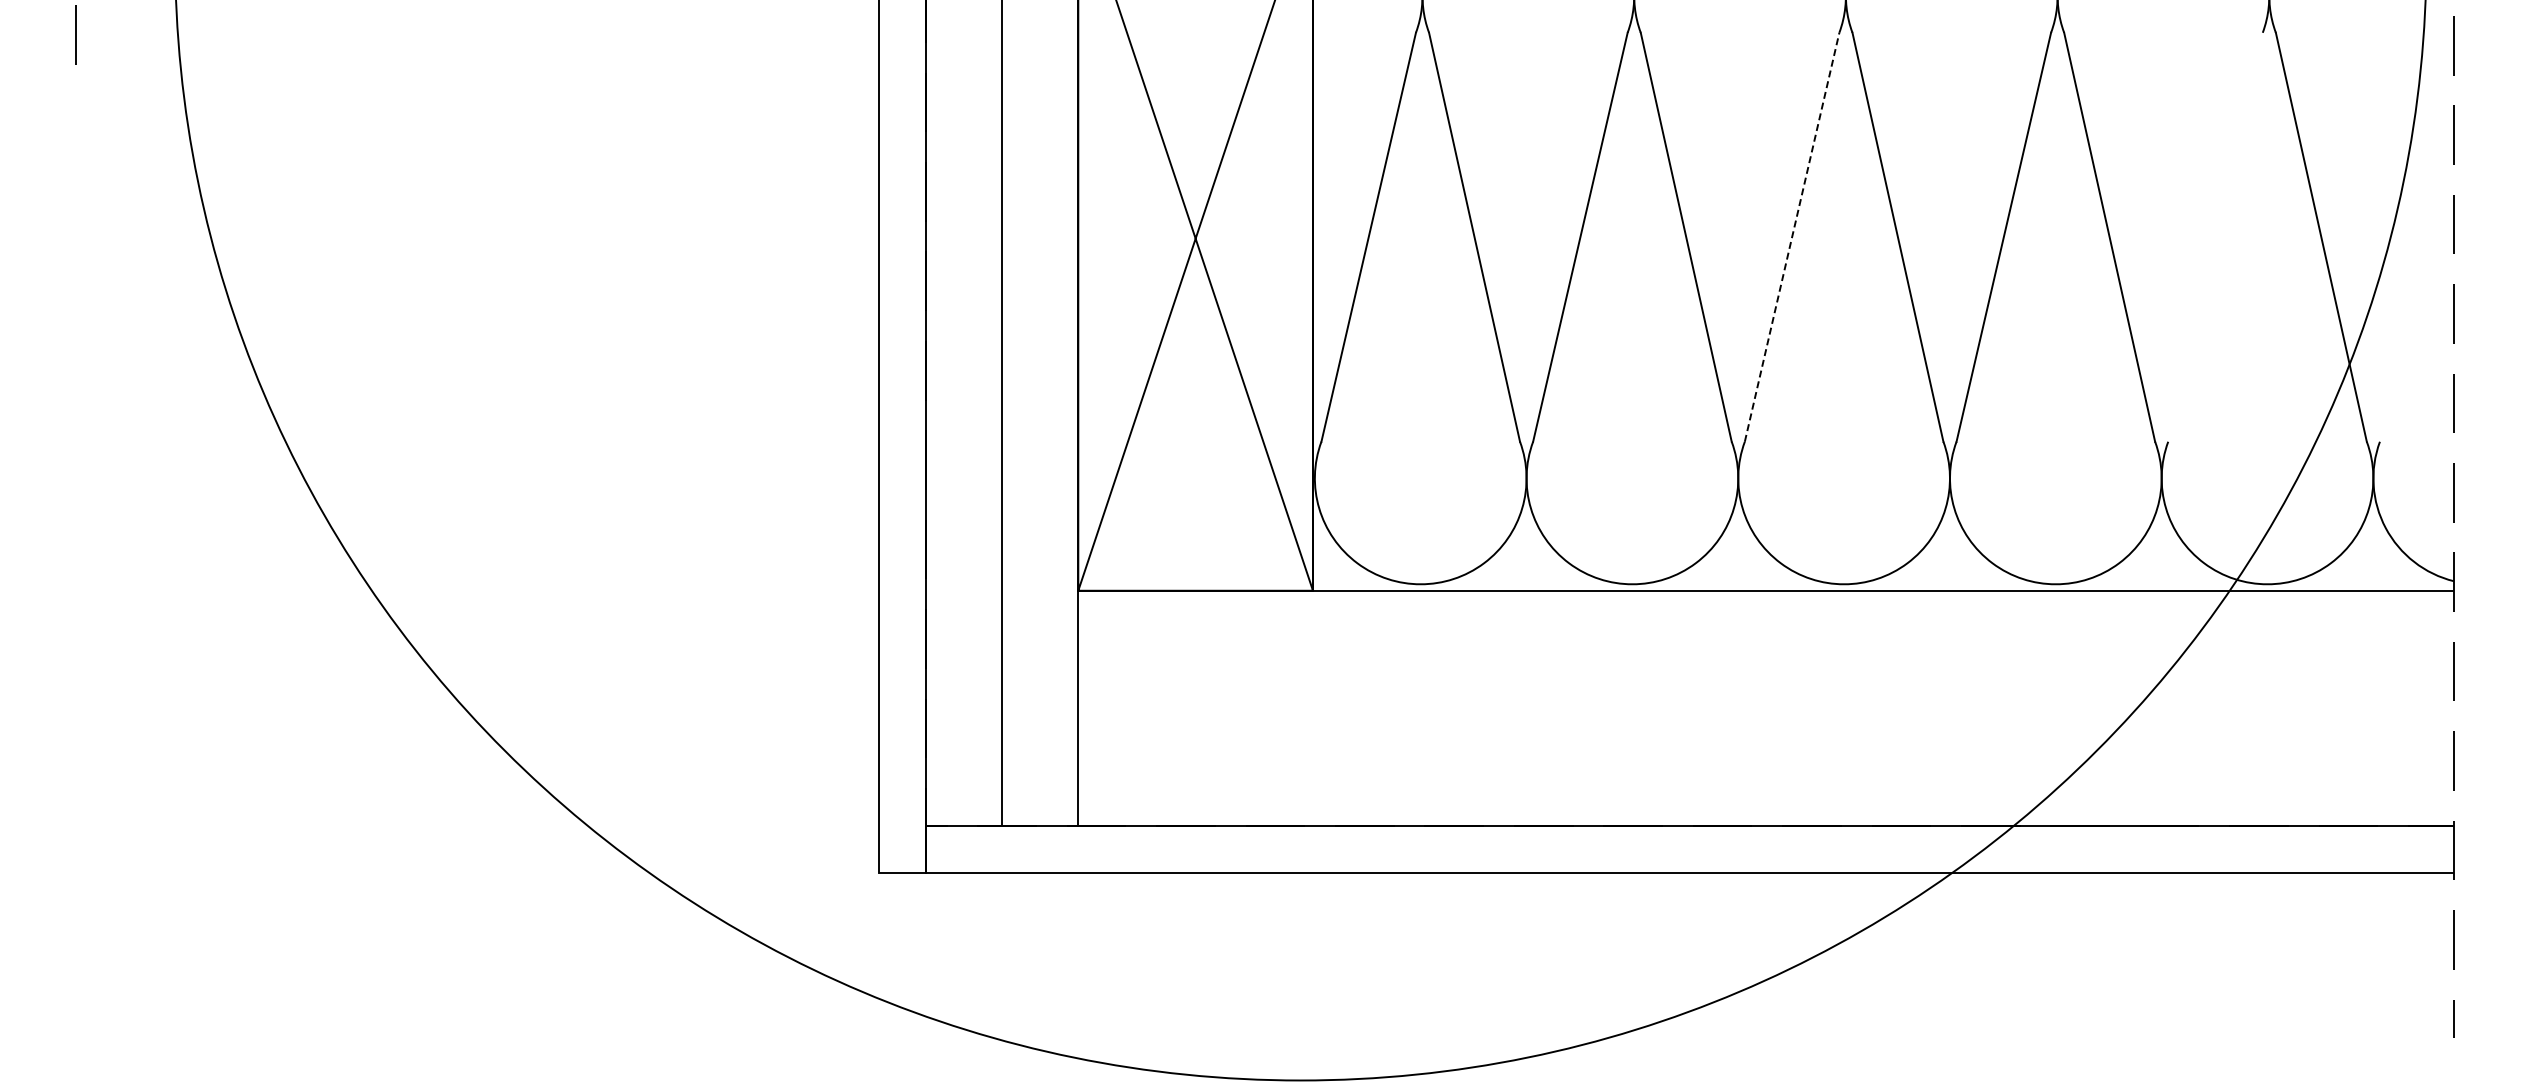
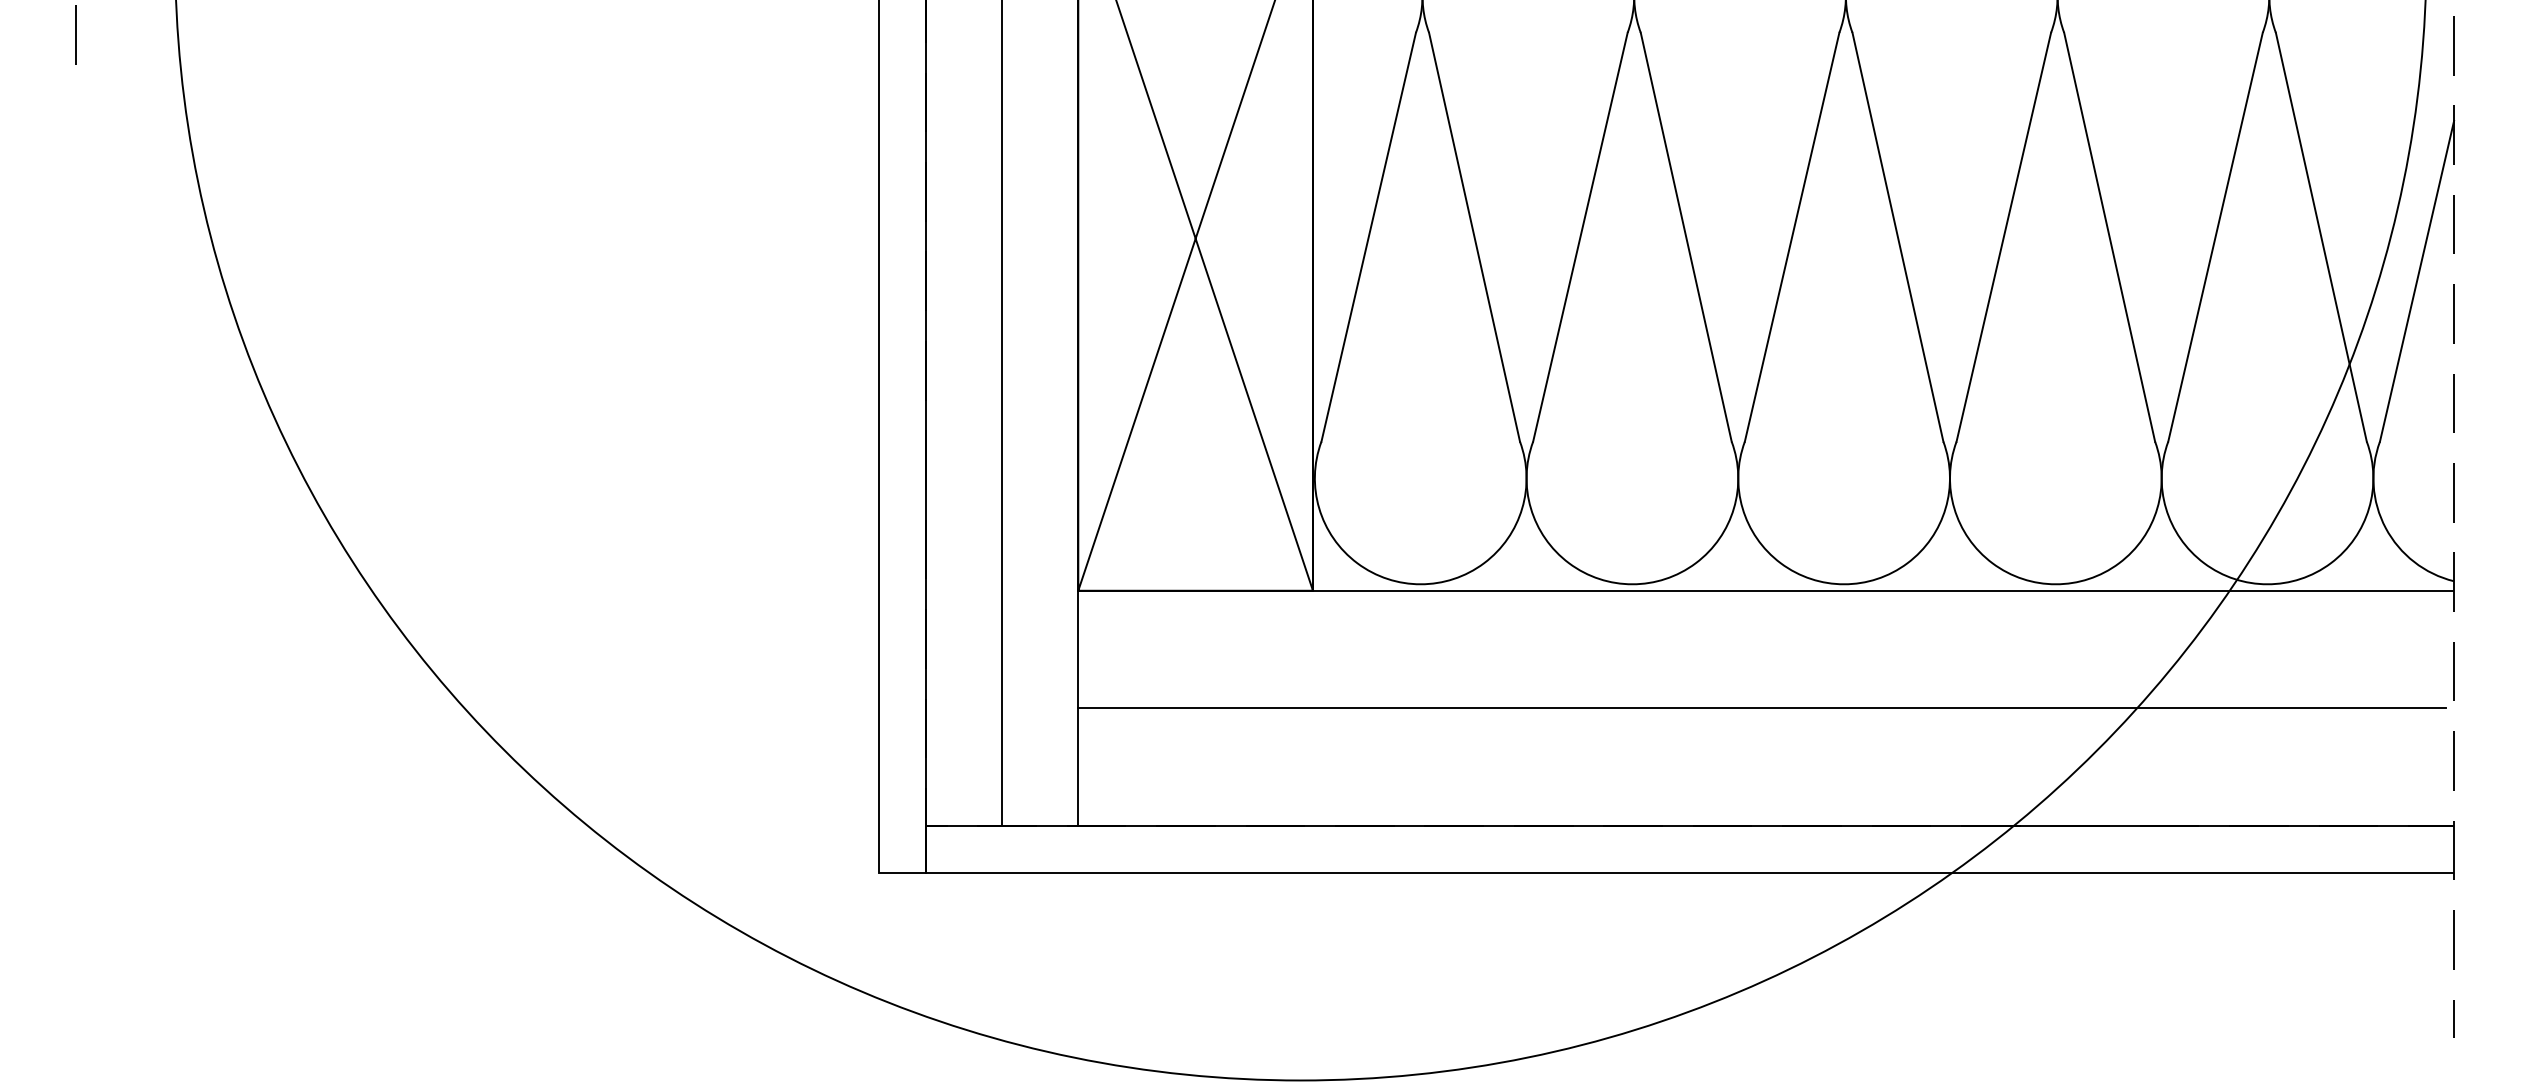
line at (2215, 236): none -> present
line at (1792, 237): dashed -> solid
line at (2416, 280): none -> present
line at (1762, 708): none -> present
